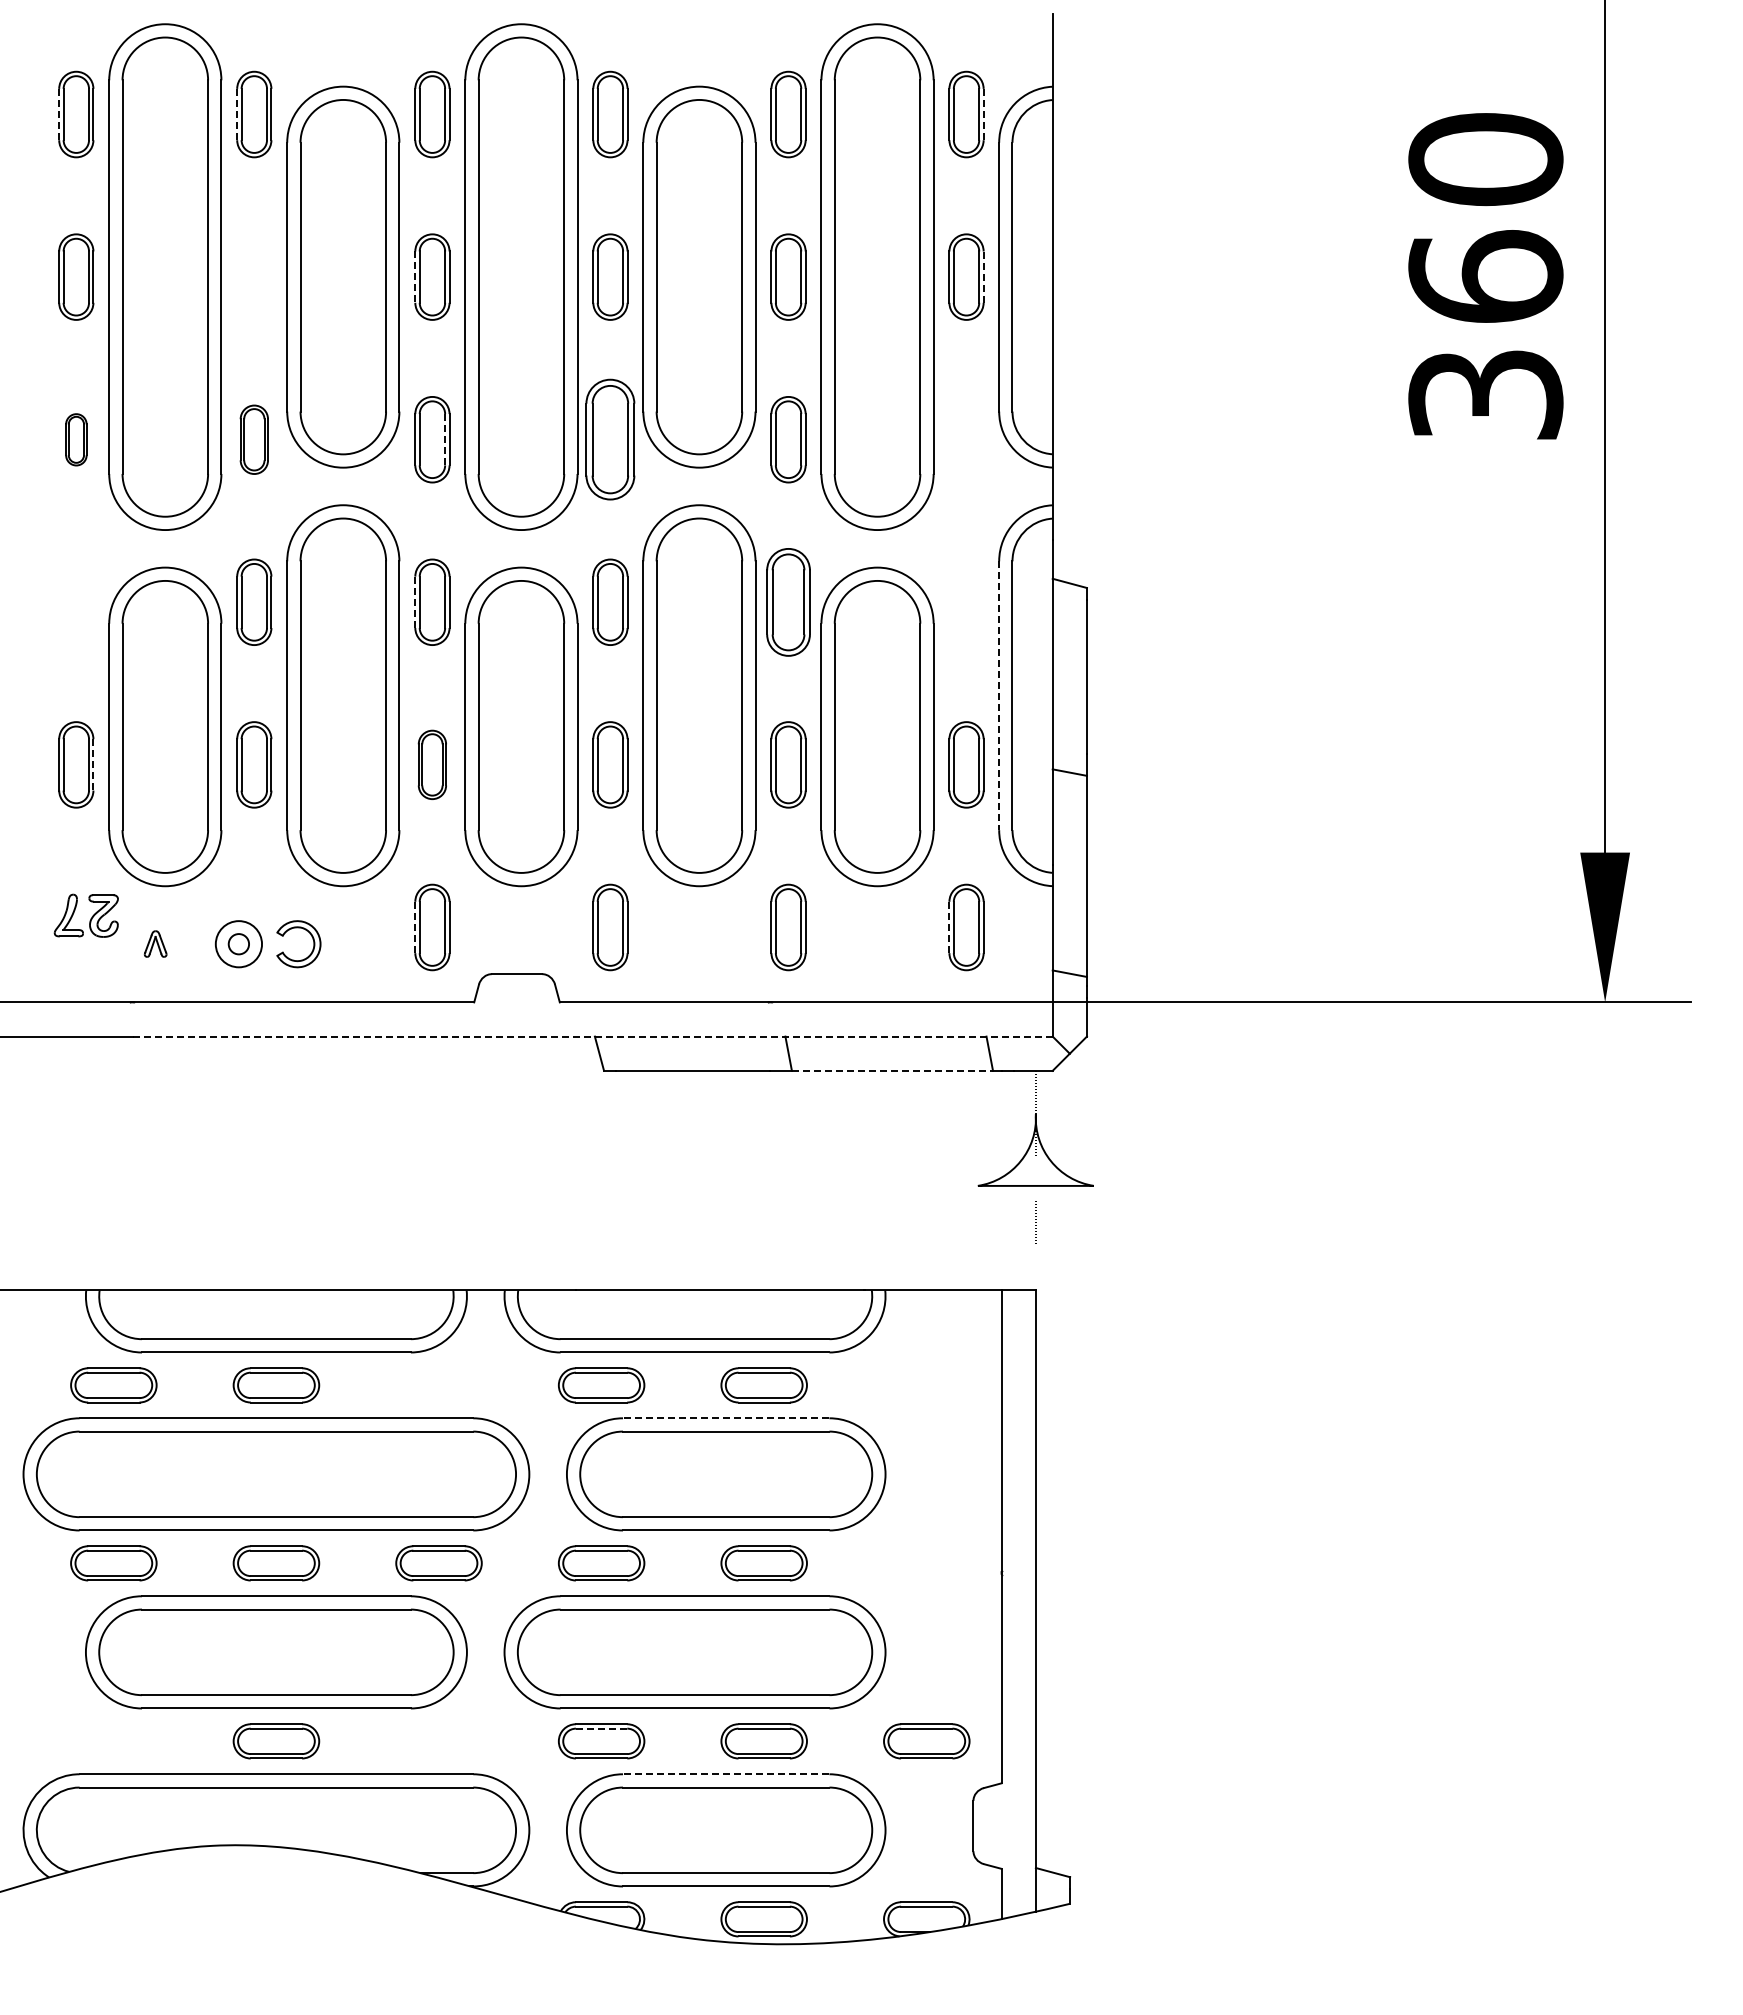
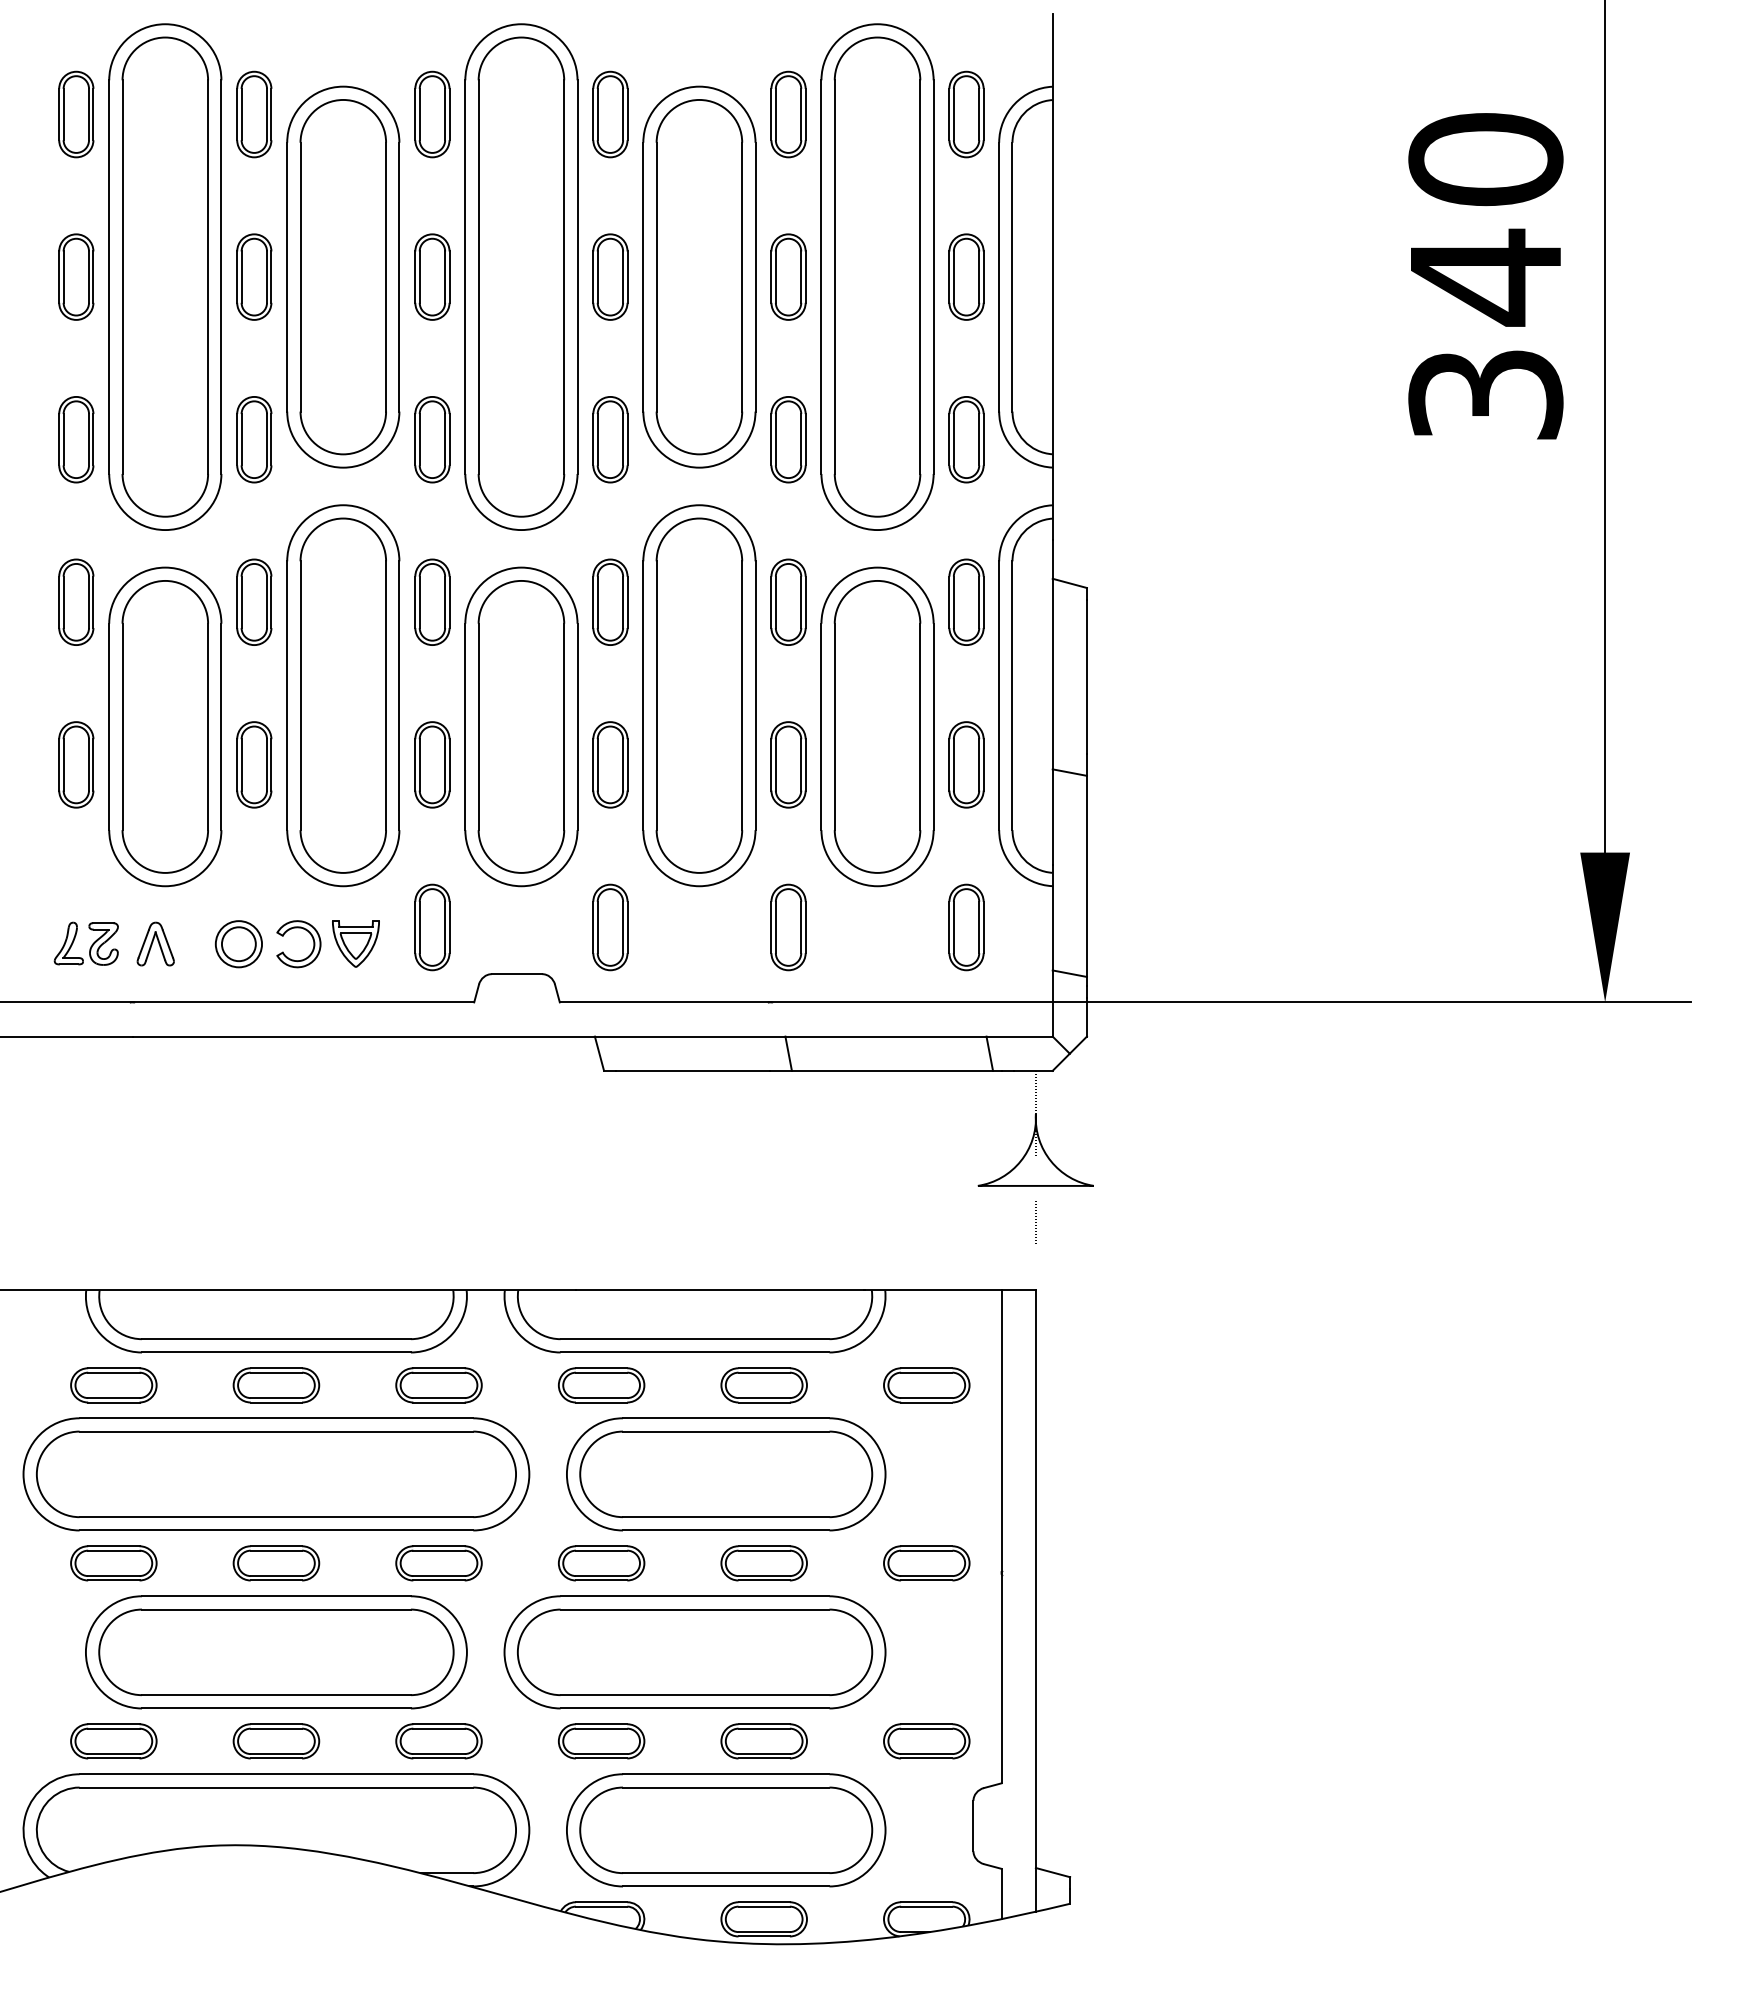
line at (59, 114): dashed -> solid
line at (237, 114): dashed -> solid
line at (983, 114): dashed -> solid
part at (254, 276): none -> present
line at (415, 277): dashed -> solid
line at (983, 277): dashed -> solid
text at (1485, 277): 360 -> 340
part at (76, 439) size: 23x54 px -> 37x88 px
part at (253, 439) size: 30x71 px -> 37x88 px
line at (445, 439): dashed -> solid
part at (610, 439) size: 51x123 px -> 37x88 px
part at (966, 439): none -> present
part at (76, 601): none -> present
part at (966, 601): none -> present
line at (415, 602): dashed -> solid
part at (788, 602) size: 45x109 px -> 37x88 px
line at (999, 696): dashed -> solid
line at (93, 764): dashed -> solid
part at (431, 764) size: 30x71 px -> 37x88 px
part at (85, 915) position: (85, 915) -> (85, 943)
line at (415, 927): dashed -> solid
line at (949, 927): dashed -> solid
part at (155, 943) size: 25x28 px -> 39x46 px
part at (355, 943): none -> present
circle at (238, 944) diameter: 20 px -> 34 px
line at (592, 1036): dashed -> solid
line at (892, 1070): dashed -> solid
part at (438, 1385): none -> present
part at (926, 1385): none -> present
line at (725, 1418): dashed -> solid
part at (926, 1563): none -> present
line at (601, 1728): dashed -> solid
part at (113, 1741): none -> present
part at (438, 1741): none -> present
line at (725, 1774): dashed -> solid
